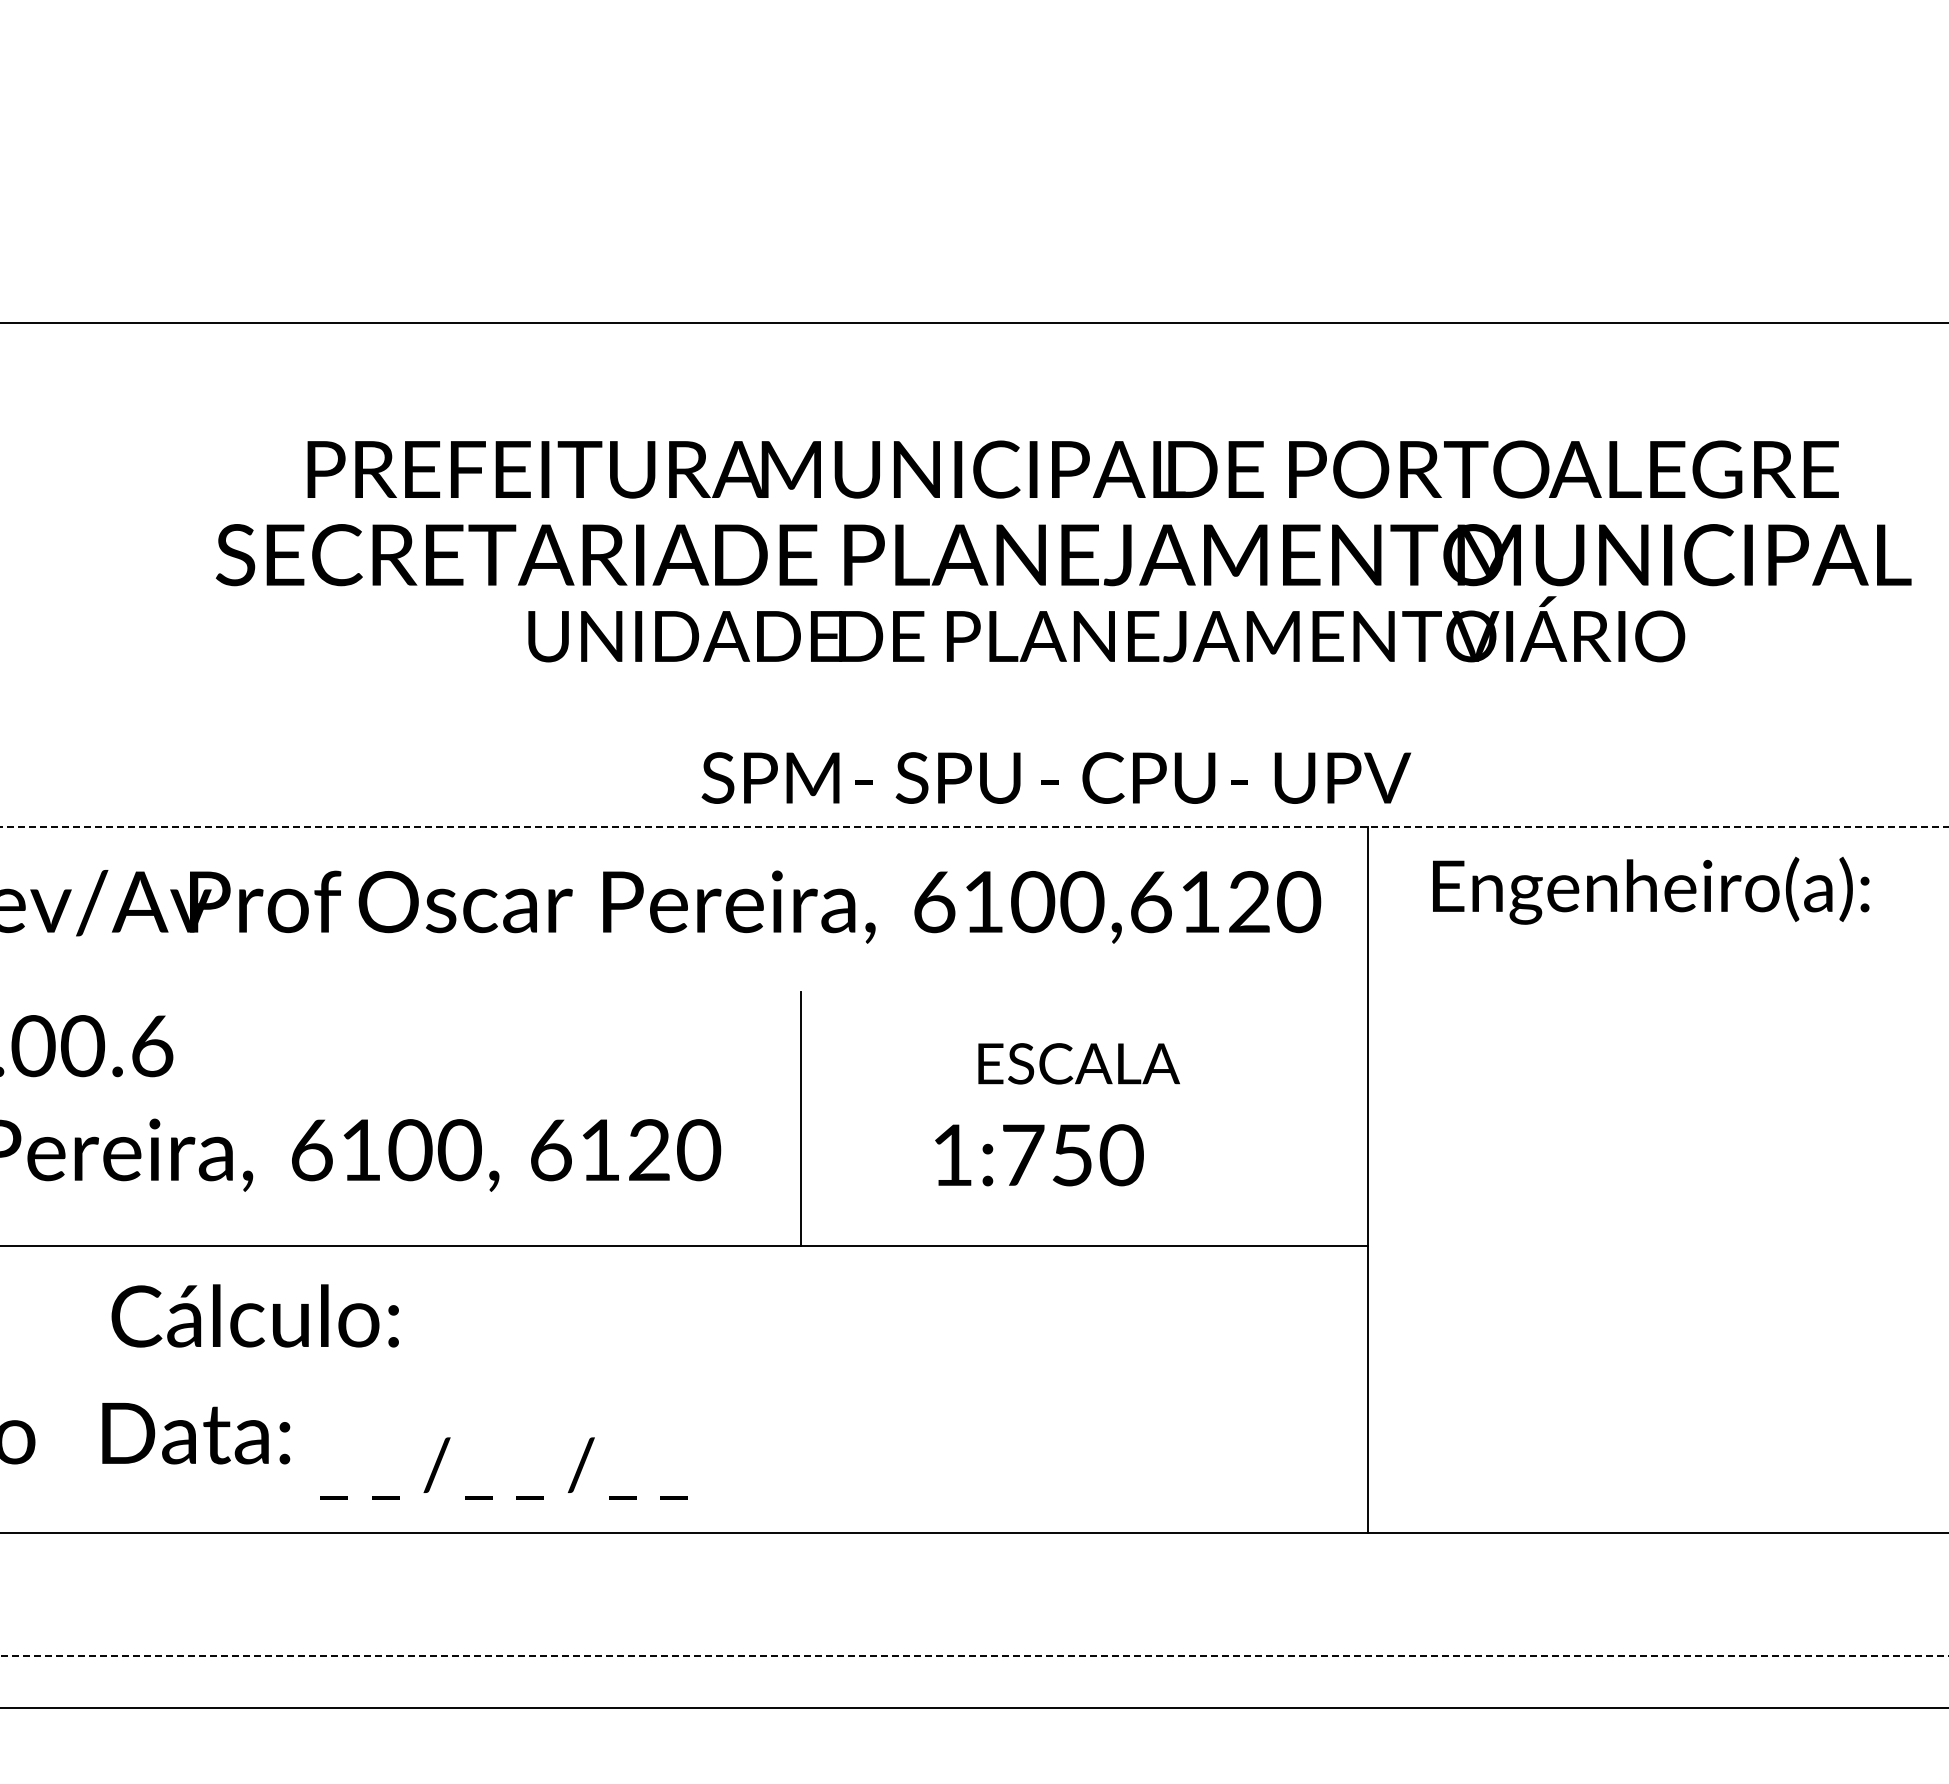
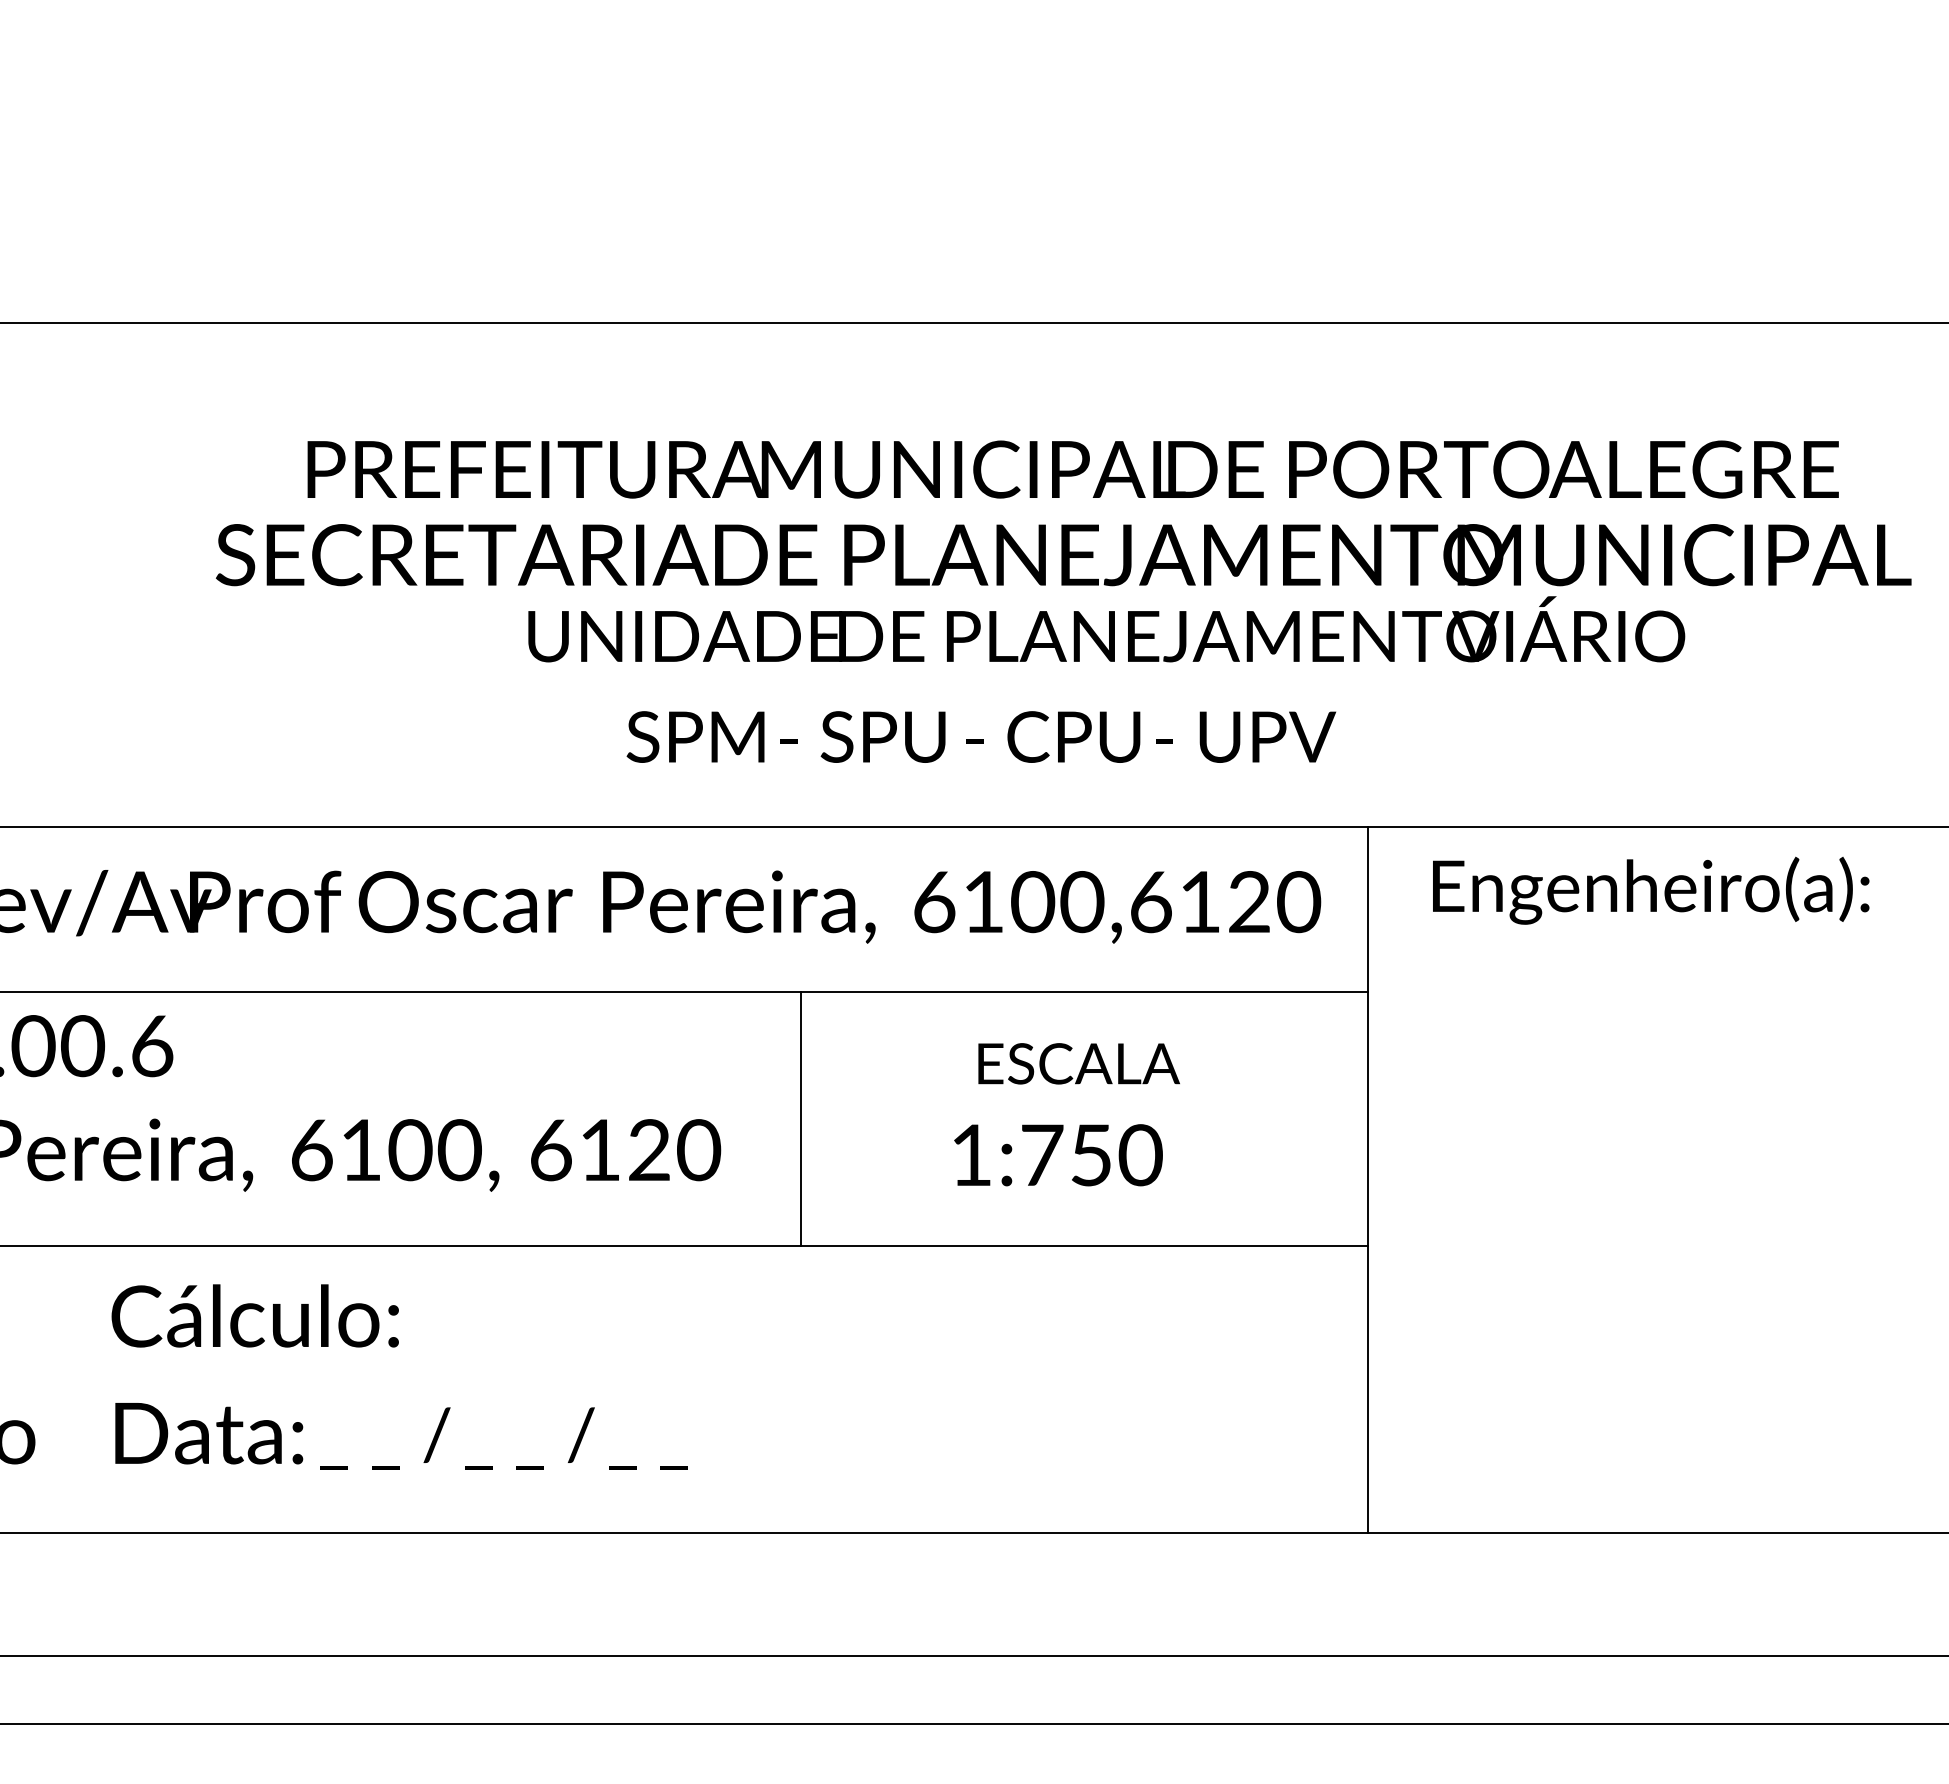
text at (1055, 777) position: (1055, 777) -> (980, 736)
line at (974, 826): dashed -> solid
line at (685, 992): none -> present
text at (1039, 1155) position: (1039, 1155) -> (1058, 1155)
text at (196, 1433) position: (196, 1433) -> (209, 1433)
text at (503, 1468) position: (503, 1468) -> (503, 1438)
line at (974, 1656): dashed -> solid
line at (973, 1708) position: (973, 1708) -> (973, 1724)
